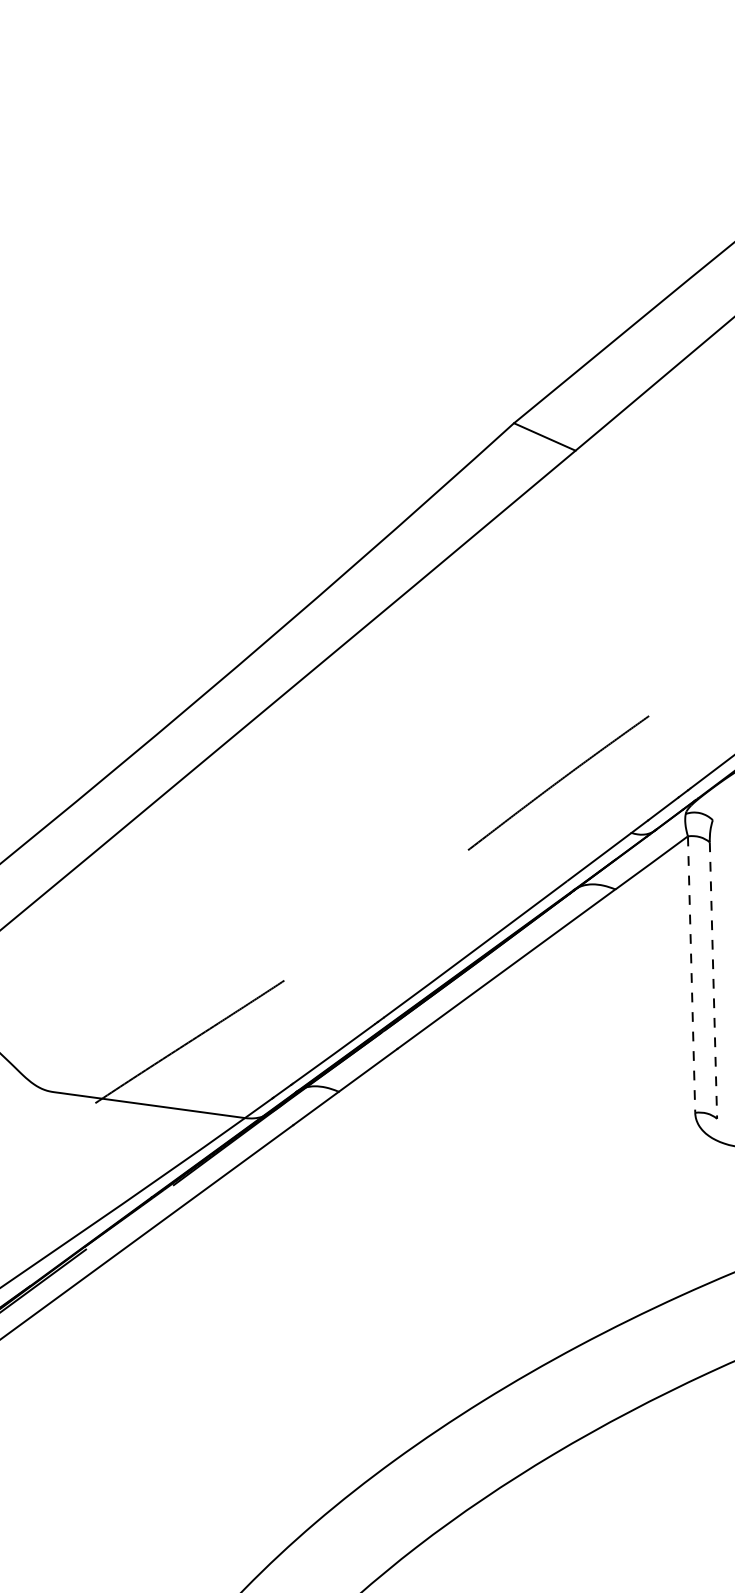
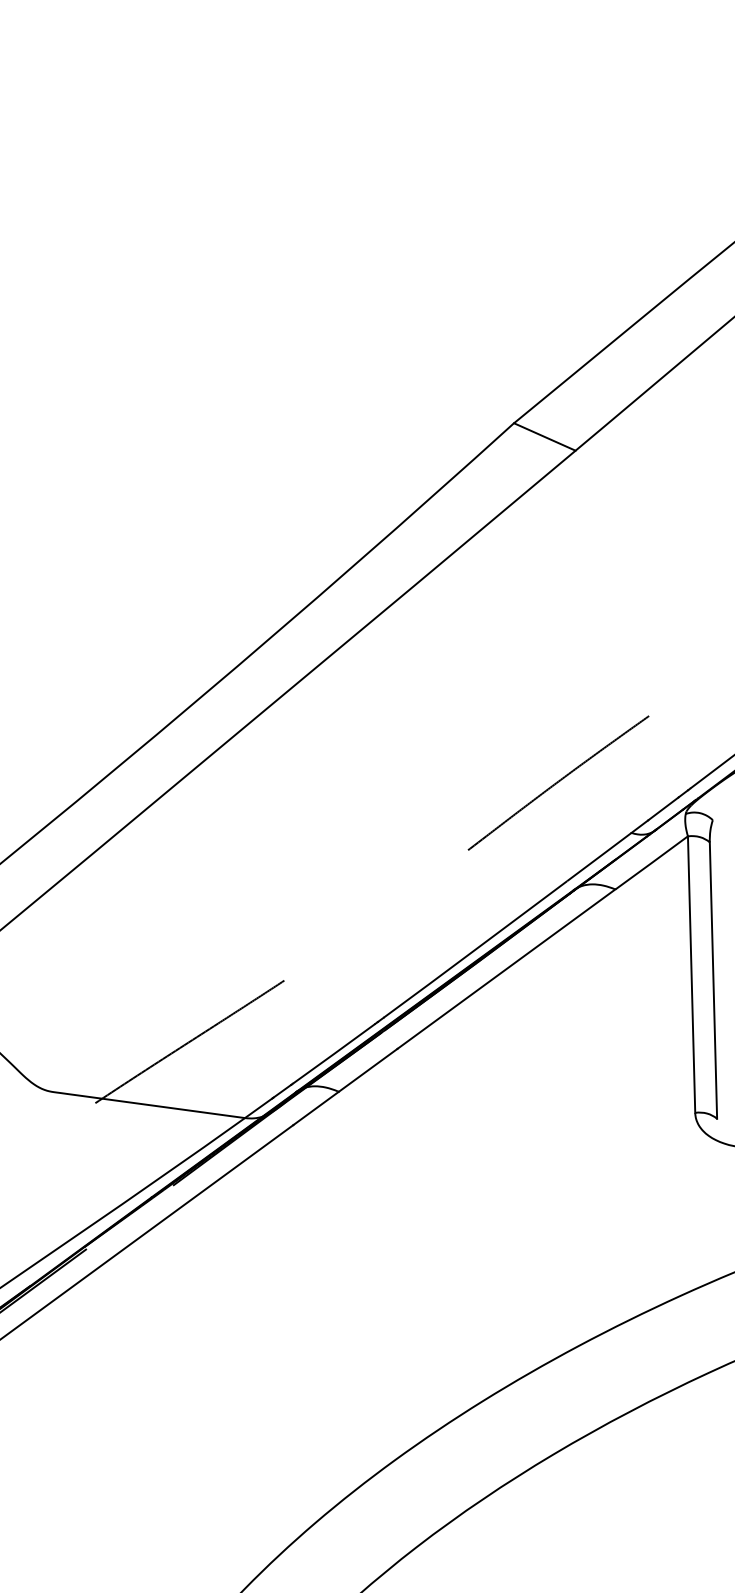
line at (691, 975): dashed -> solid
line at (713, 981): dashed -> solid
